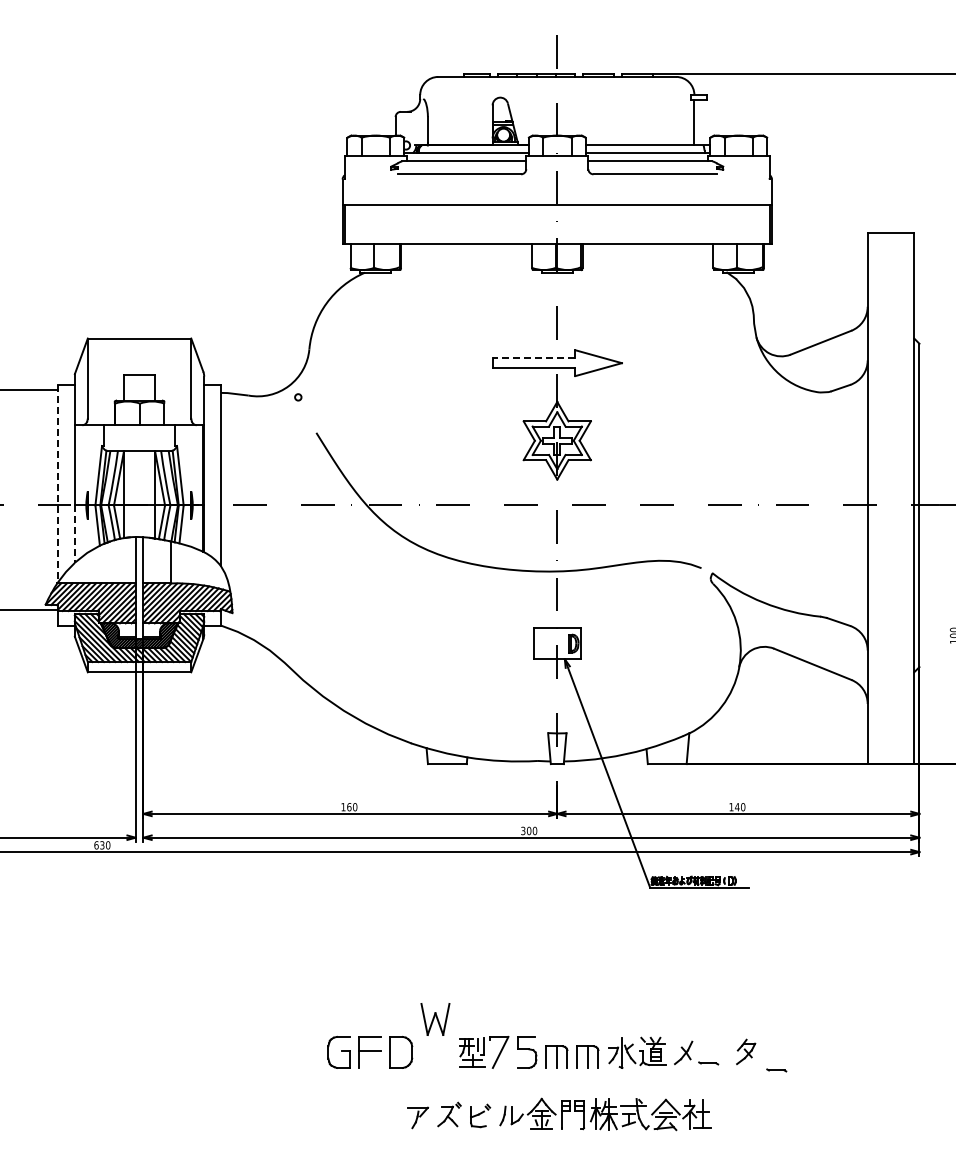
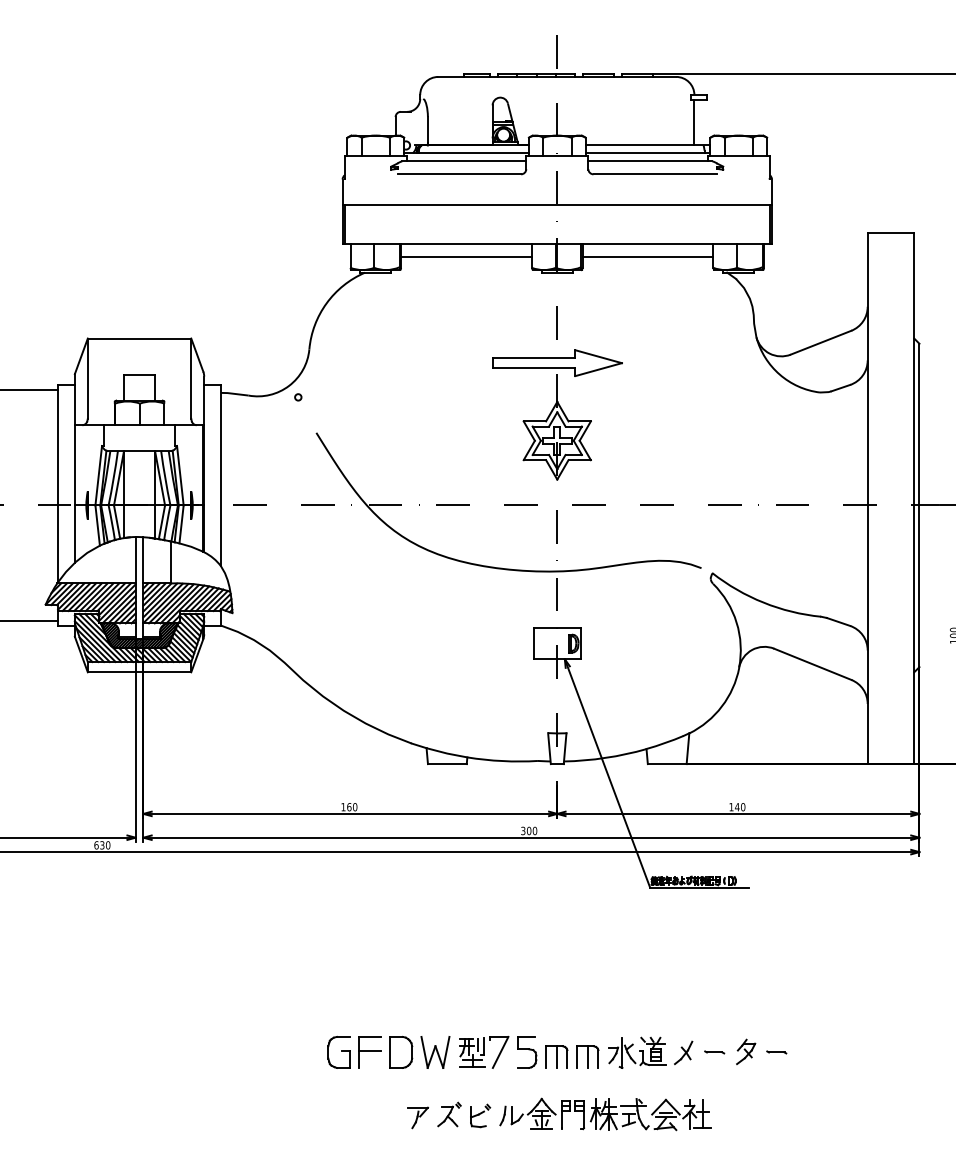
line at (466, 257): none -> present
line at (647, 257): none -> present
line at (533, 358): dashed -> solid
line at (58, 483): dashed -> solid
line at (74, 534): dashed -> solid
line at (30, 609) position: (30, 609) -> (30, 620)
part at (435, 1019) position: (435, 1019) -> (435, 1052)
part at (708, 1063) position: (708, 1063) -> (714, 1052)
part at (776, 1070) position: (776, 1070) -> (776, 1052)
